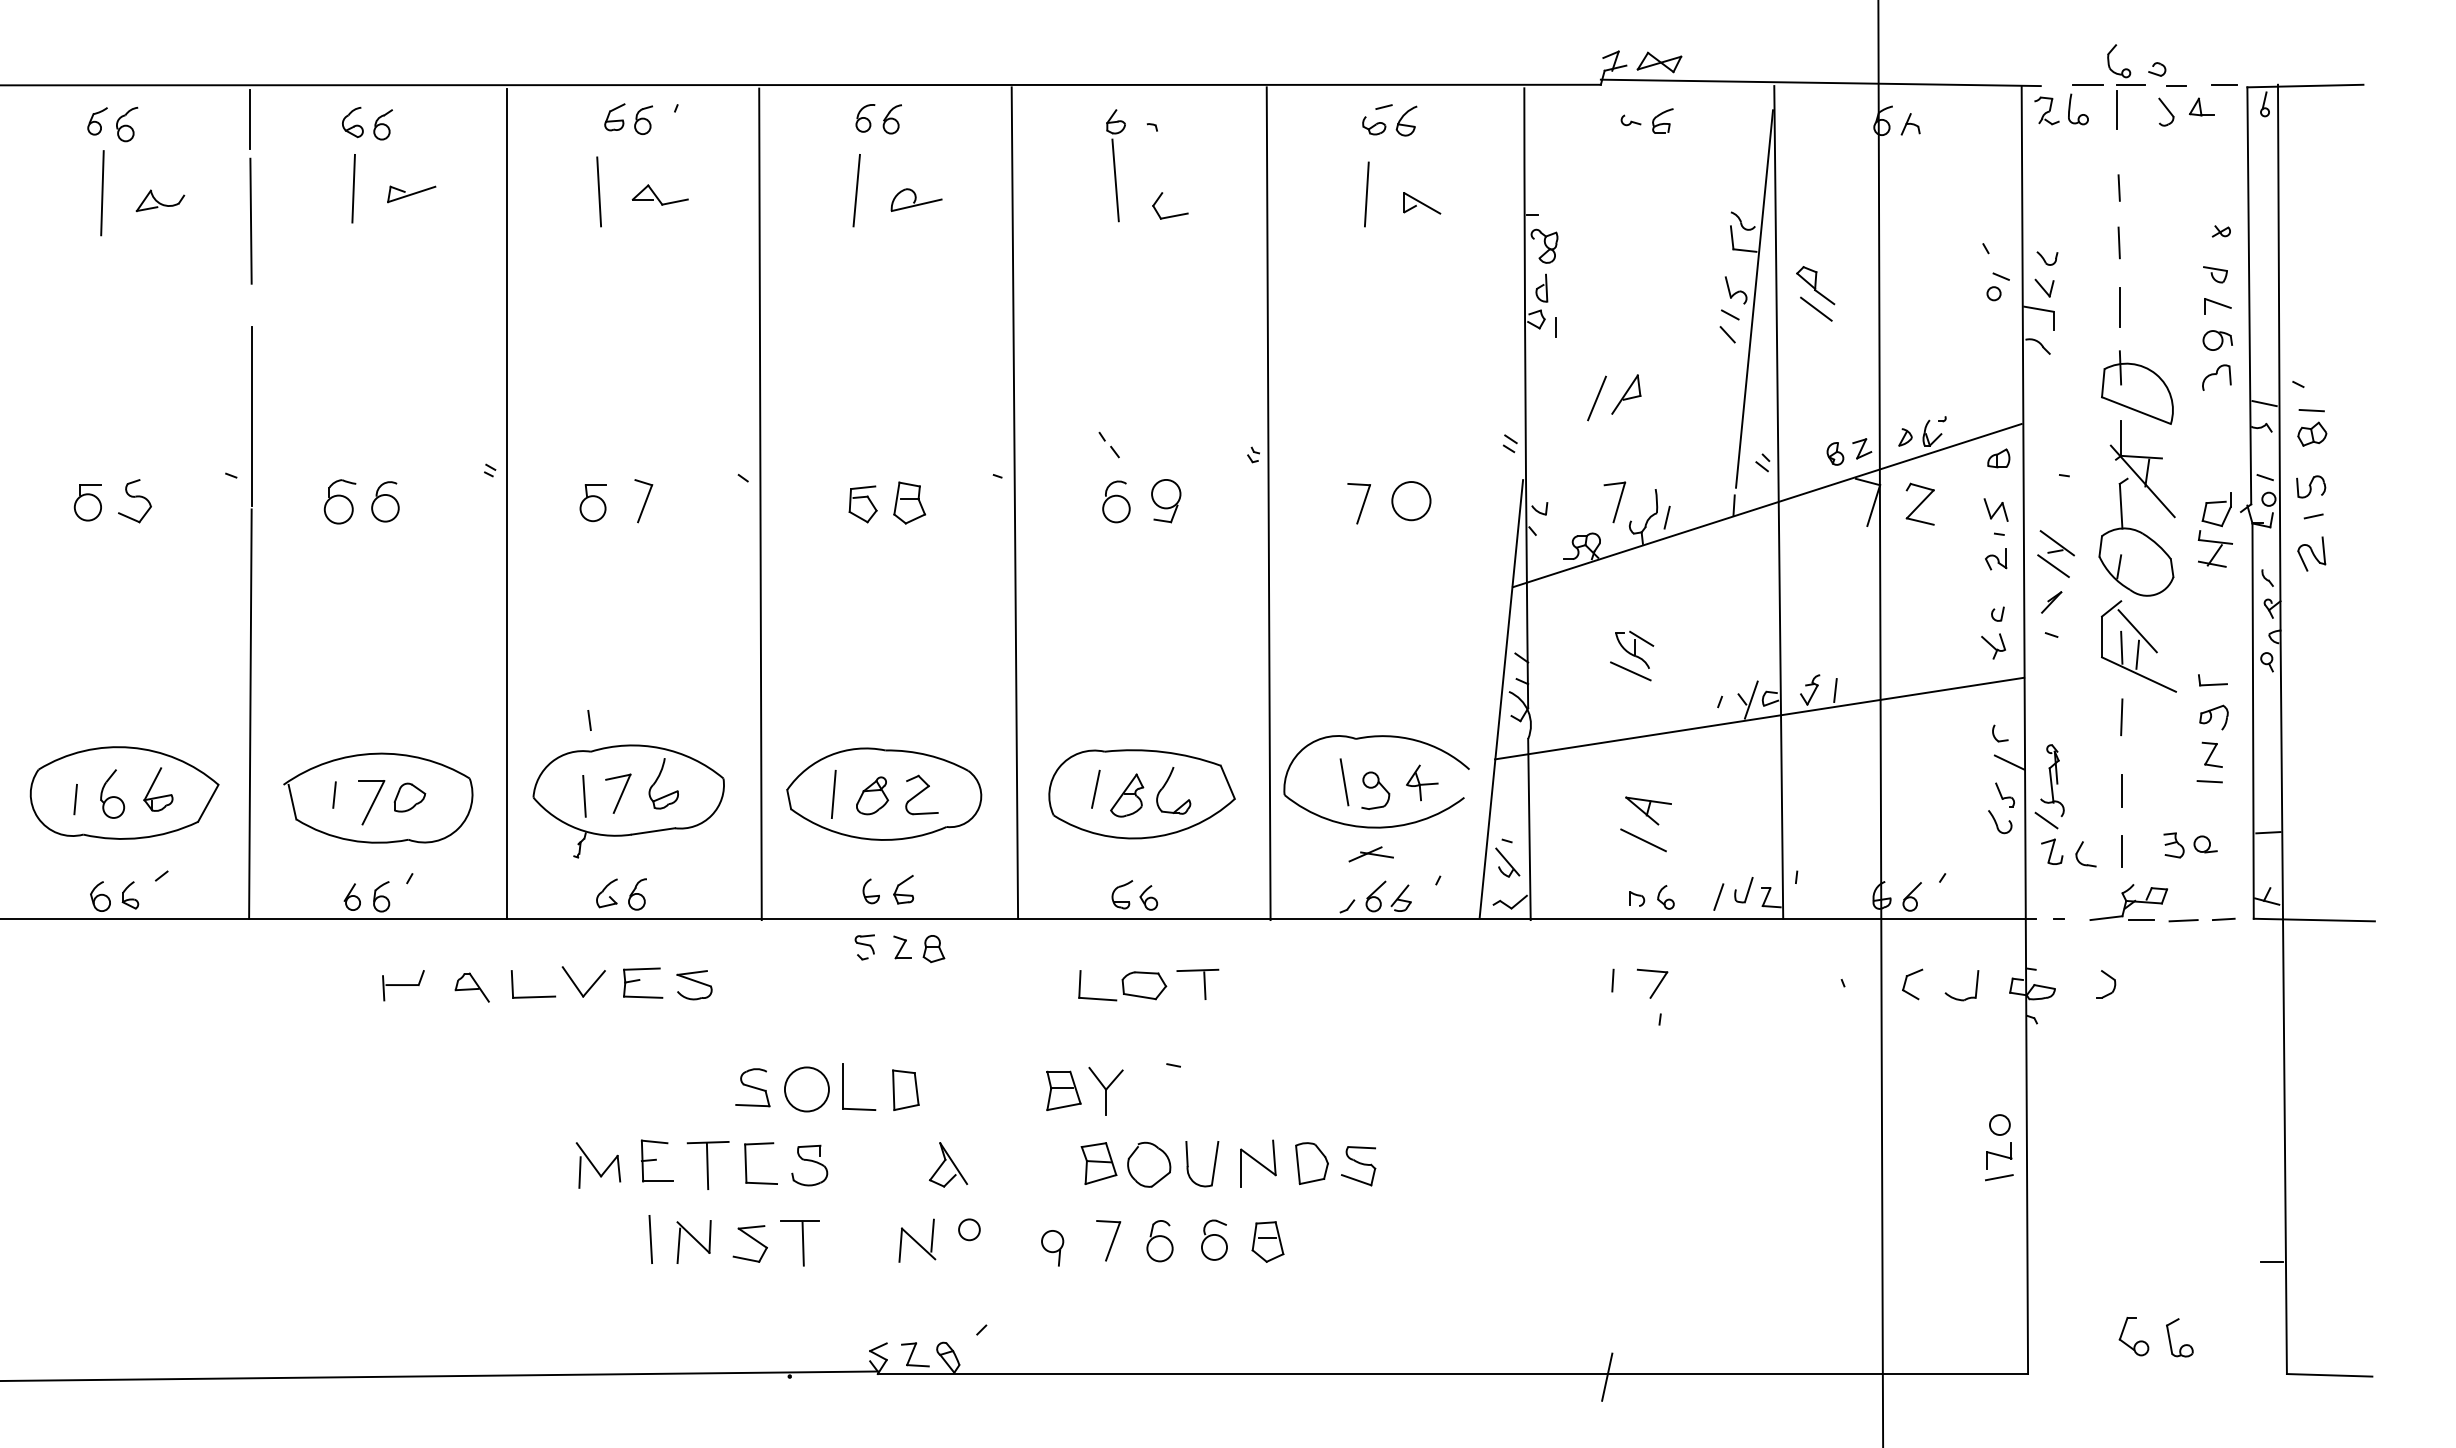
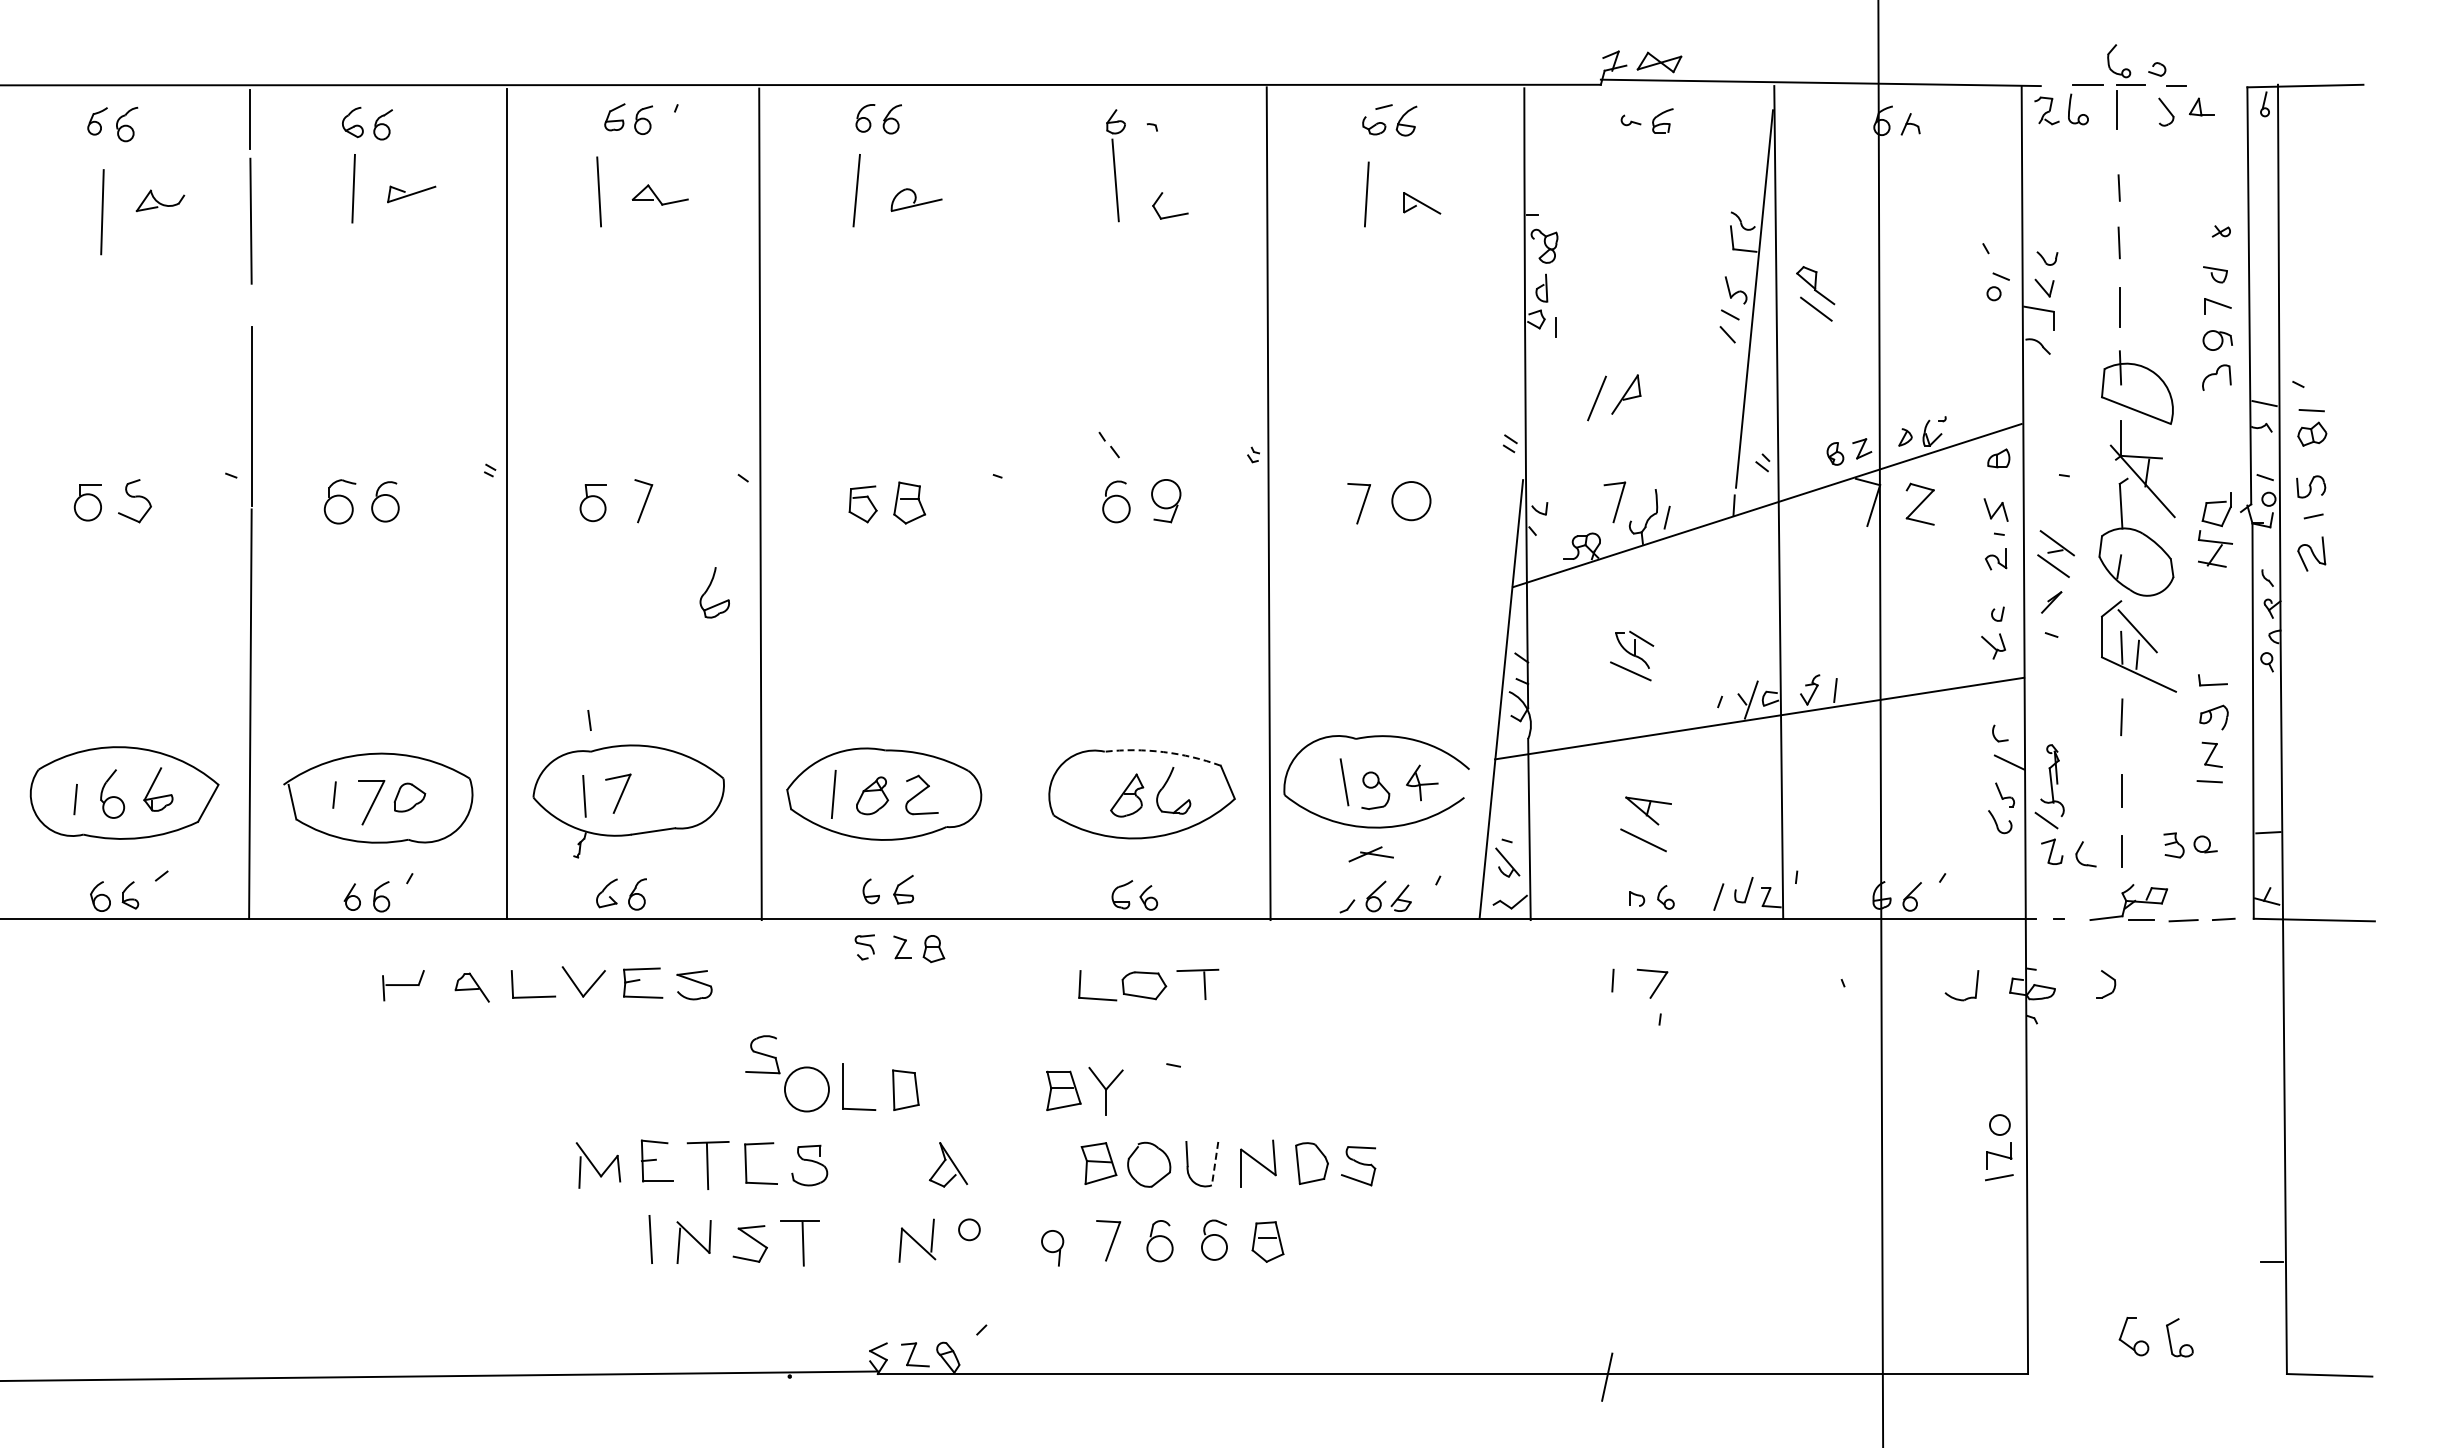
line at (2224, 84): present -> none
line at (102, 193) position: (102, 193) -> (102, 212)
line at (1014, 502): present -> none
arc at (1163, 752): solid -> dashed
part at (657, 780) position: (657, 780) -> (708, 589)
line at (1095, 788): present -> none
part at (1906, 982): present -> none
part at (752, 1087) position: (752, 1087) -> (762, 1054)
line at (1215, 1163): solid -> dashed
